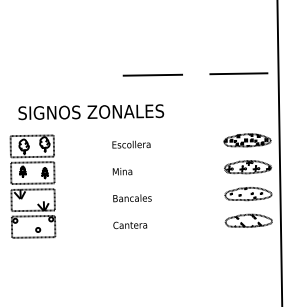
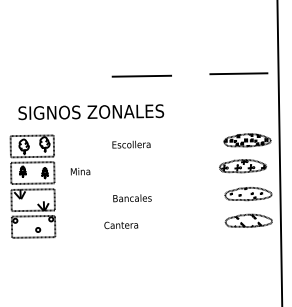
line at (152, 74) position: (152, 74) -> (141, 75)
part at (247, 167) position: (247, 167) -> (242, 166)
text at (122, 171) position: (122, 171) -> (80, 171)
text at (130, 225) position: (130, 225) -> (121, 225)
